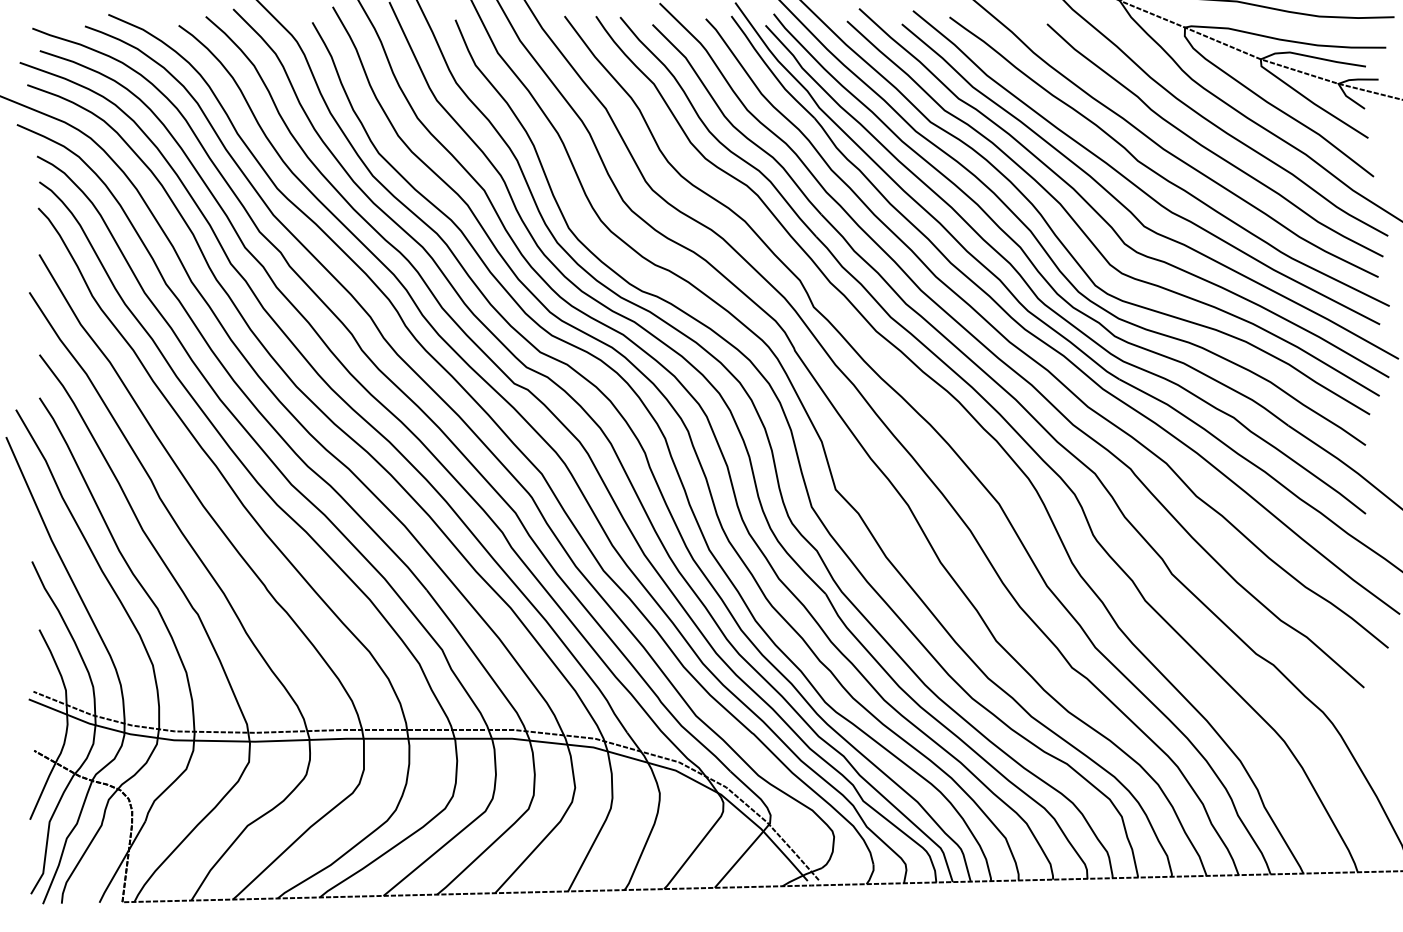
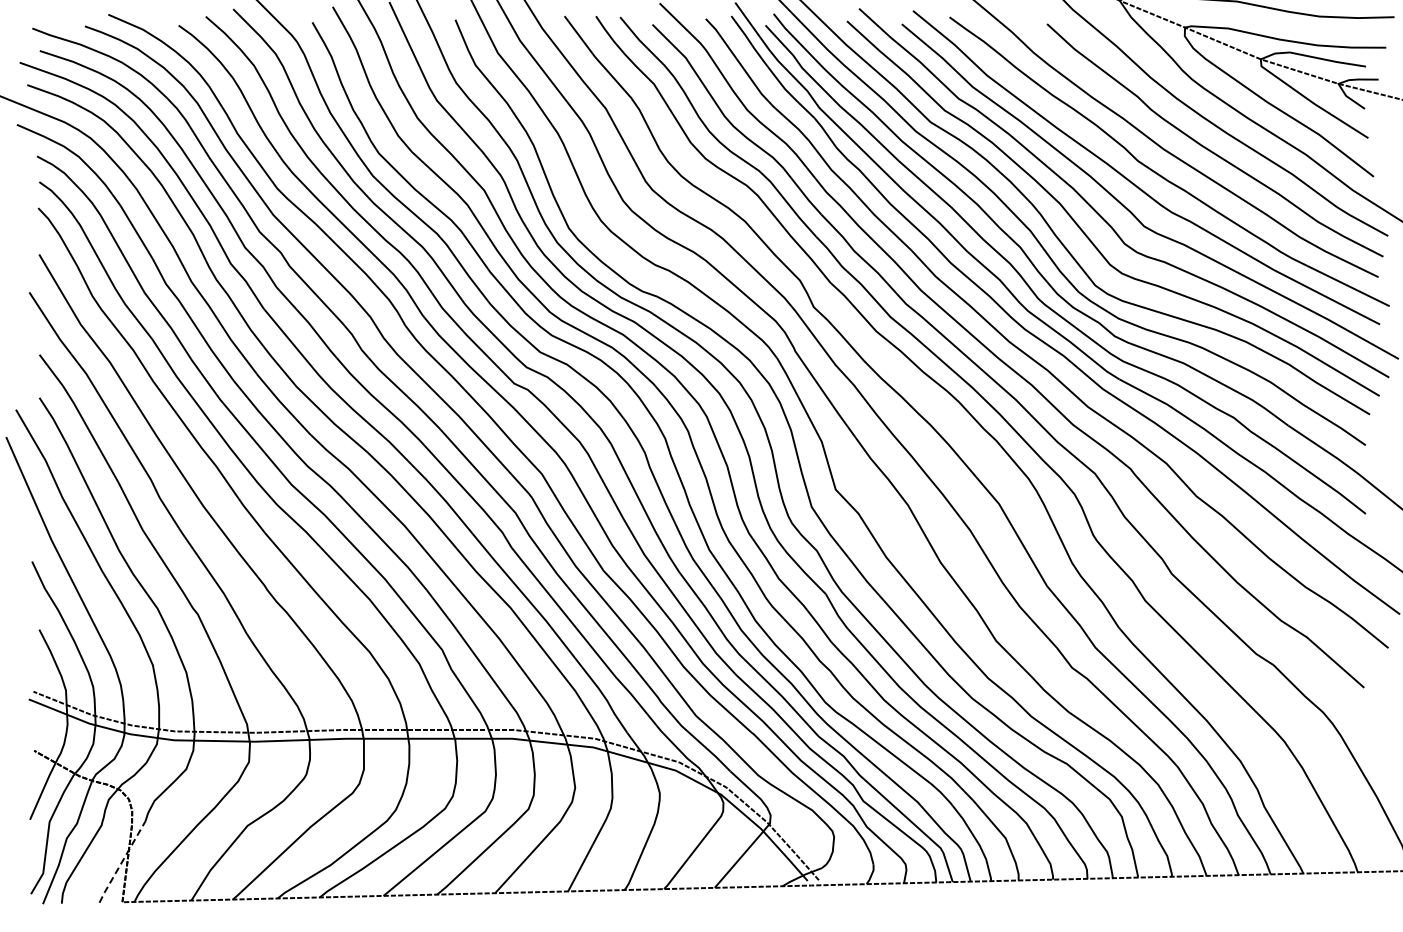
line at (121, 862): solid -> dashed
